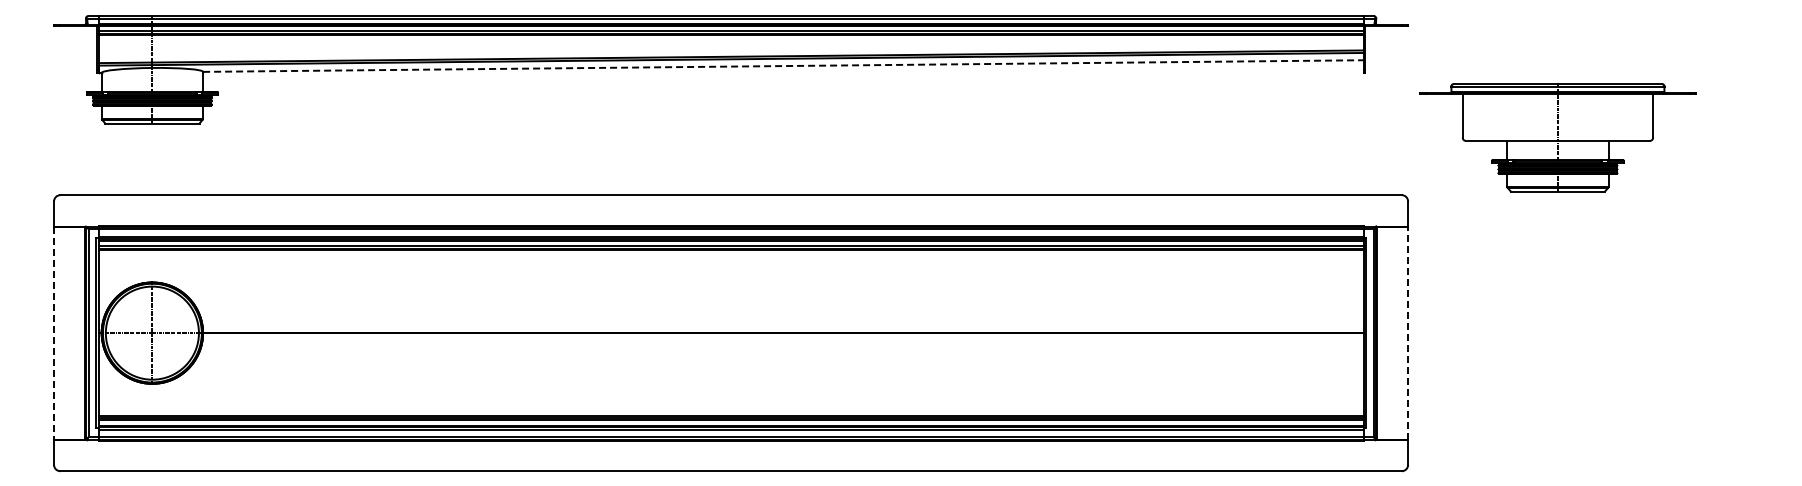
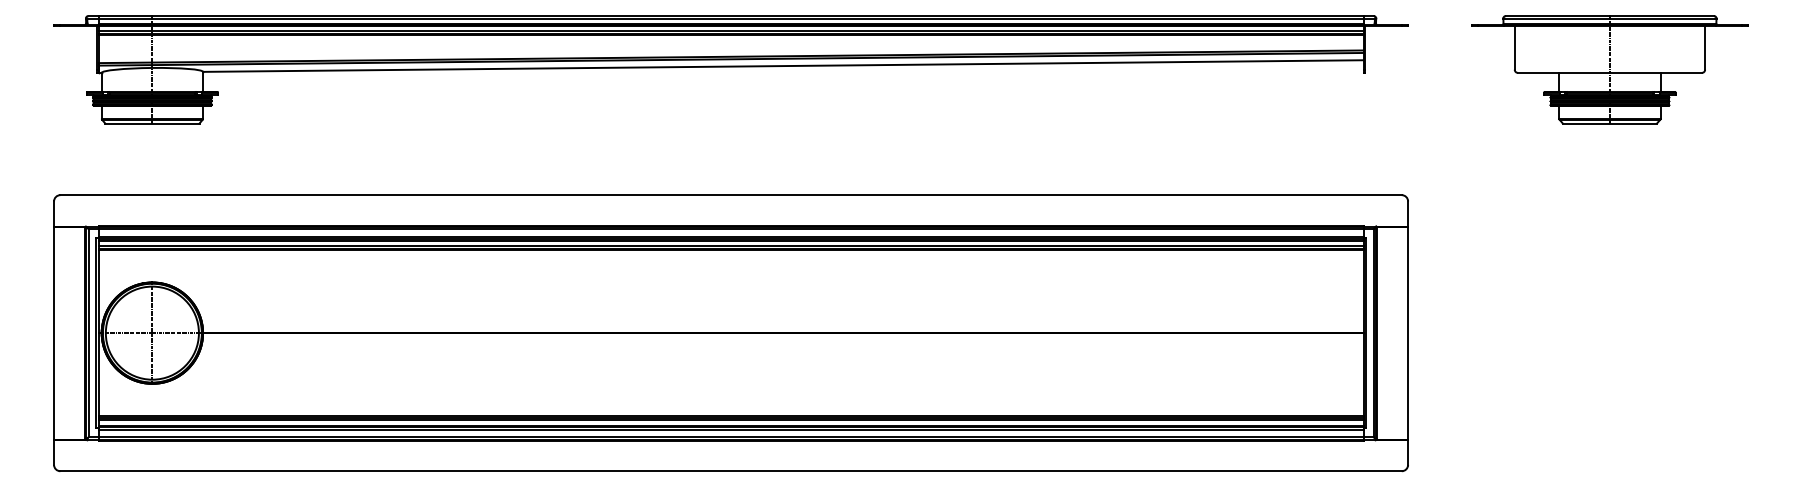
line at (783, 66): dashed -> solid
part at (1557, 137) position: (1557, 137) -> (1609, 69)
line at (1408, 332): dashed -> solid
line at (54, 333): dashed -> solid
